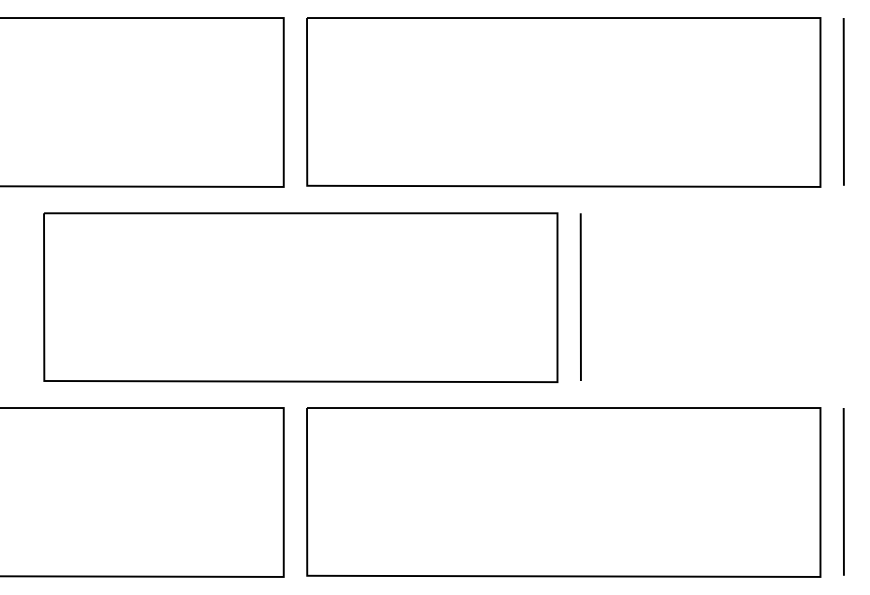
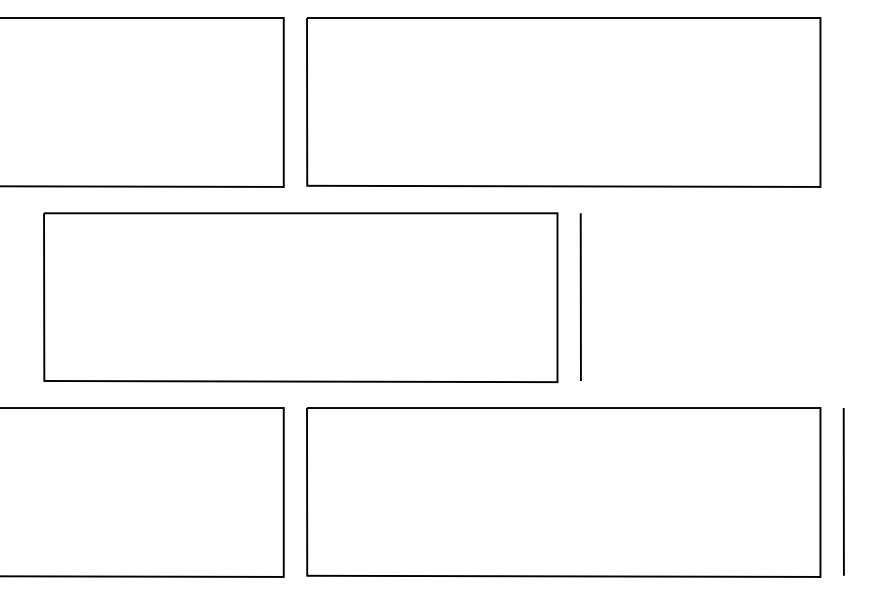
line at (843, 101): present -> none
